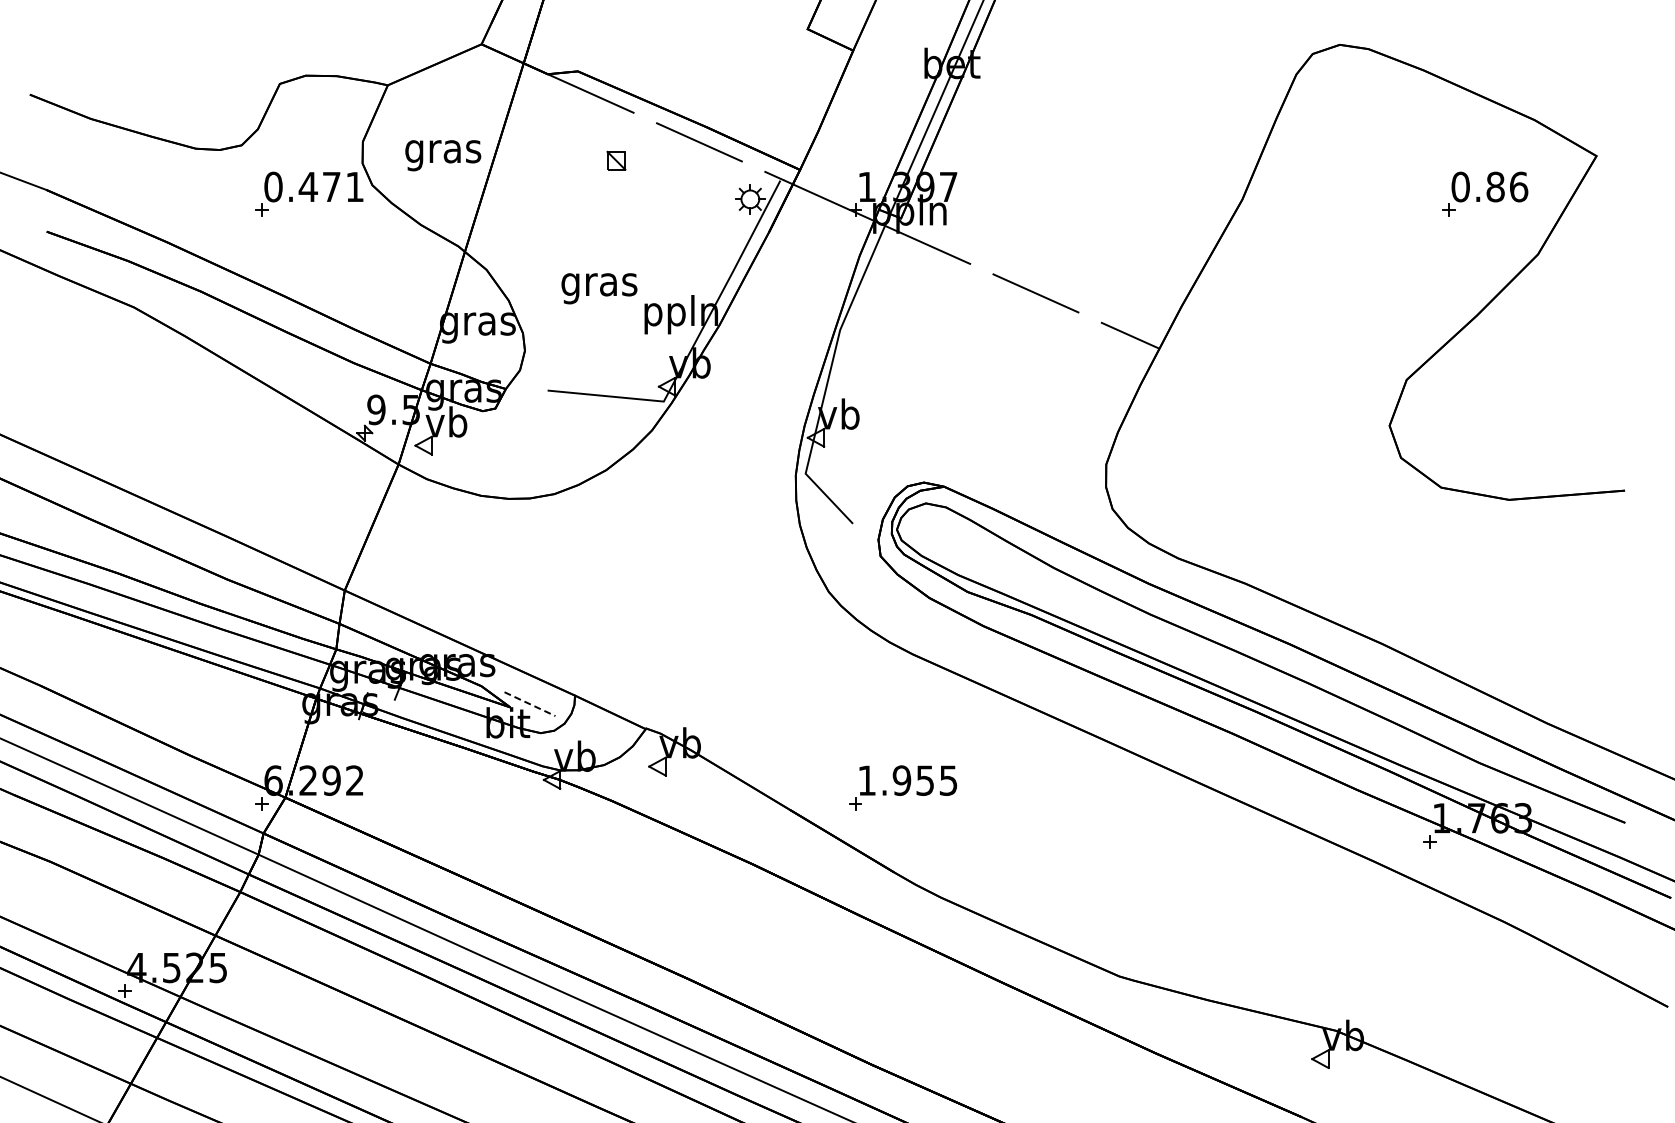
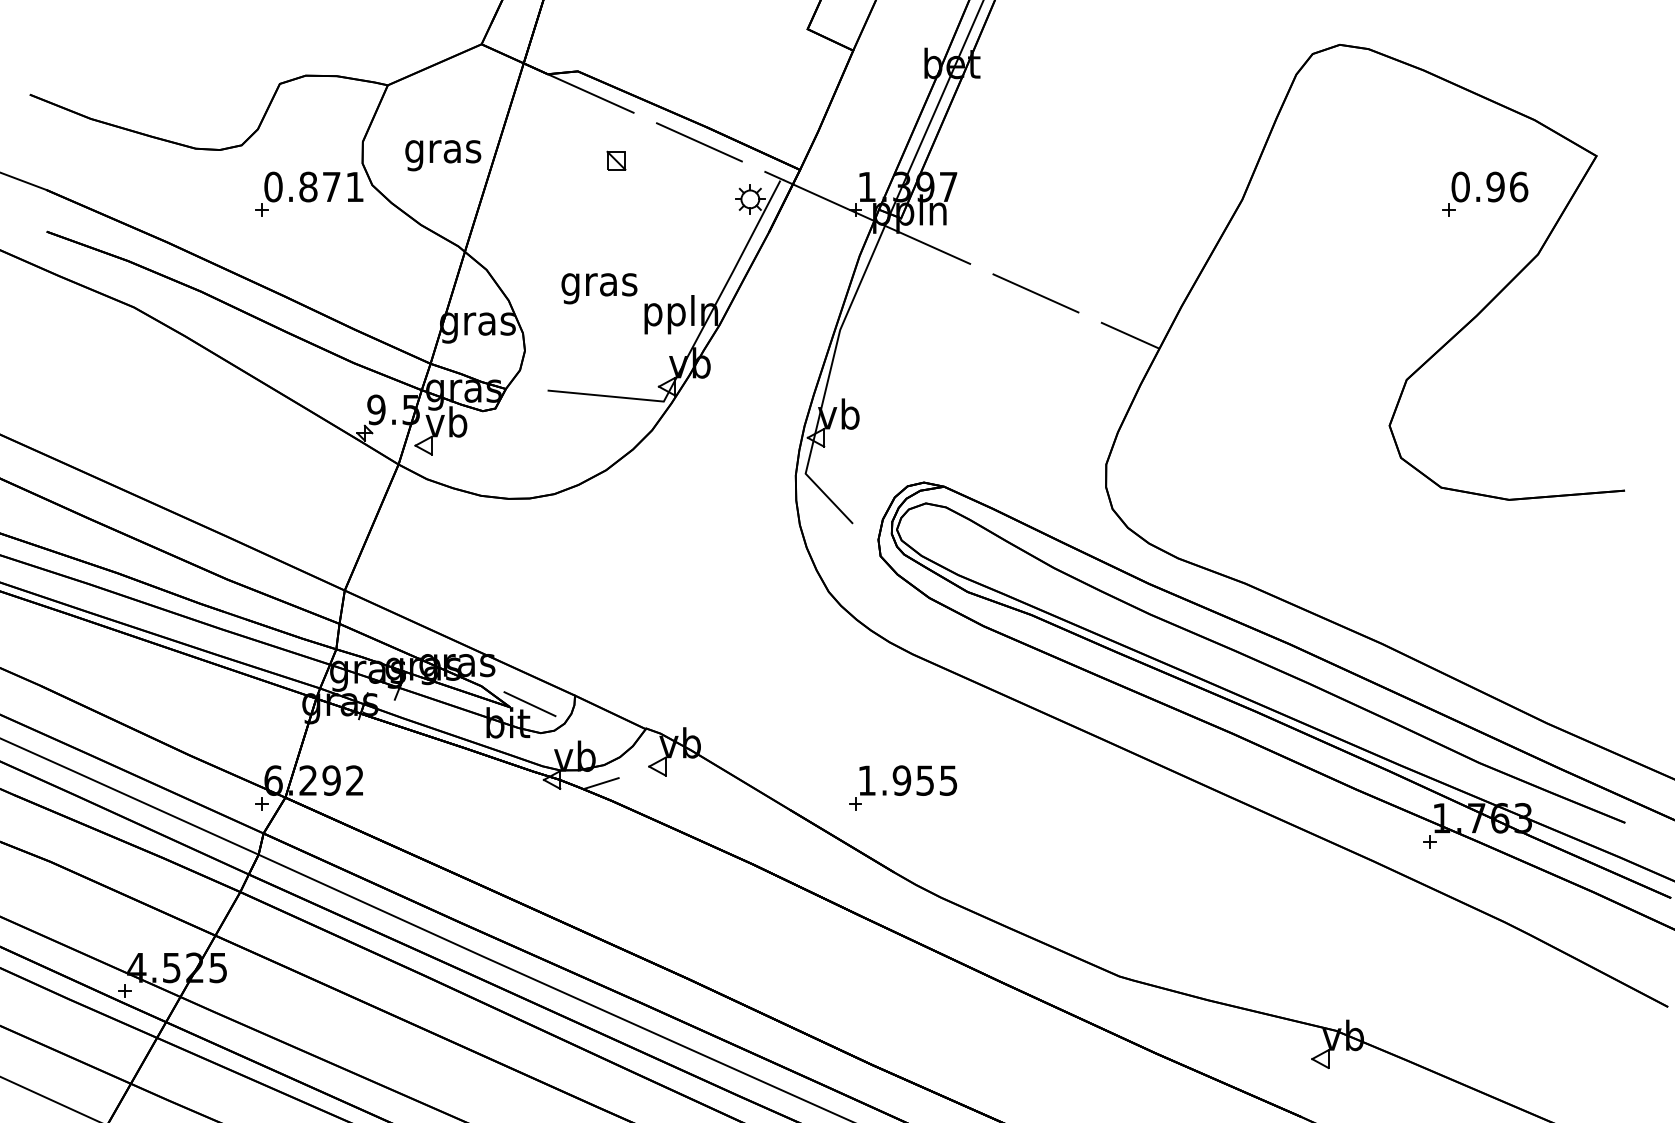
text at (307, 186): 0.471 -> 0.871
text at (1495, 186): 0.86 -> 0.96
line at (530, 704): dashed -> solid
line at (601, 783): none -> present
